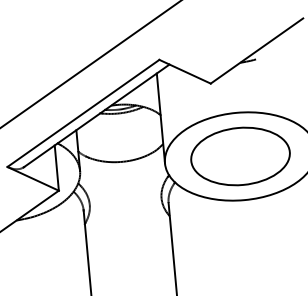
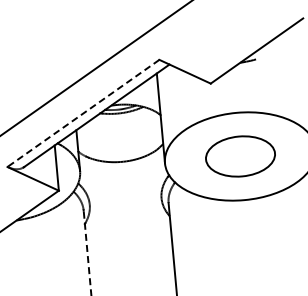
line at (90, 64) position: (90, 64) -> (96, 68)
line at (83, 113): solid -> dashed
part at (240, 156) size: 101x61 px -> 71x43 px
line at (87, 252): solid -> dashed
